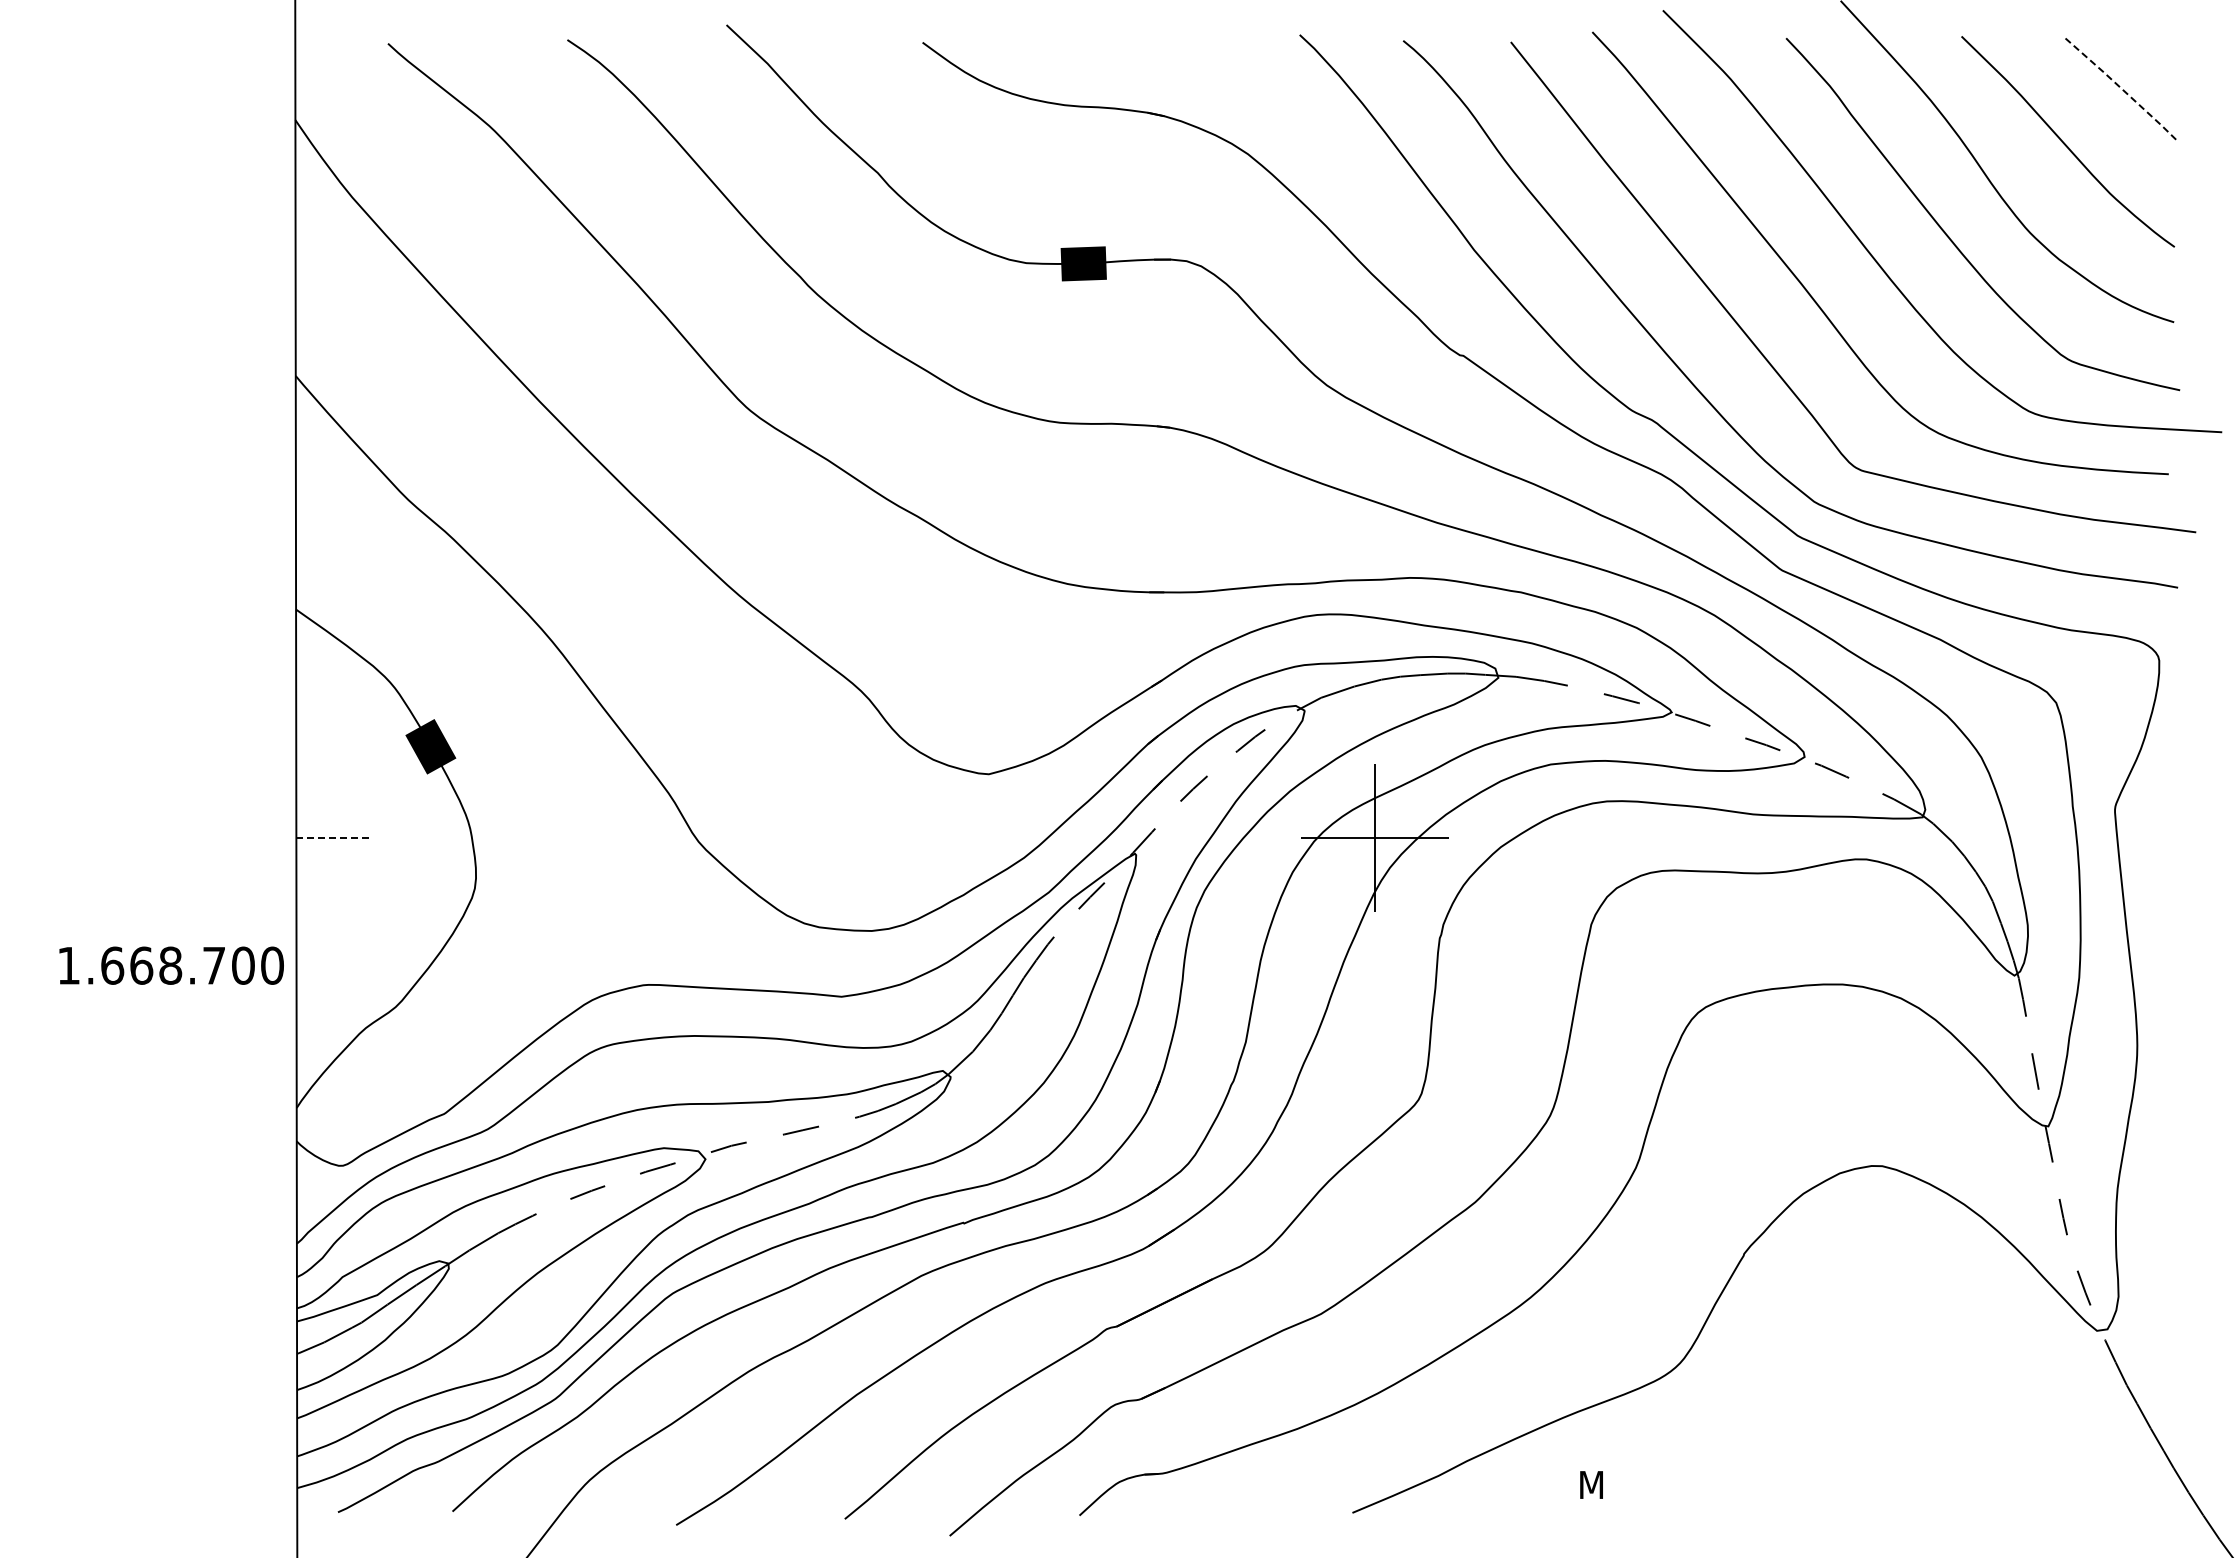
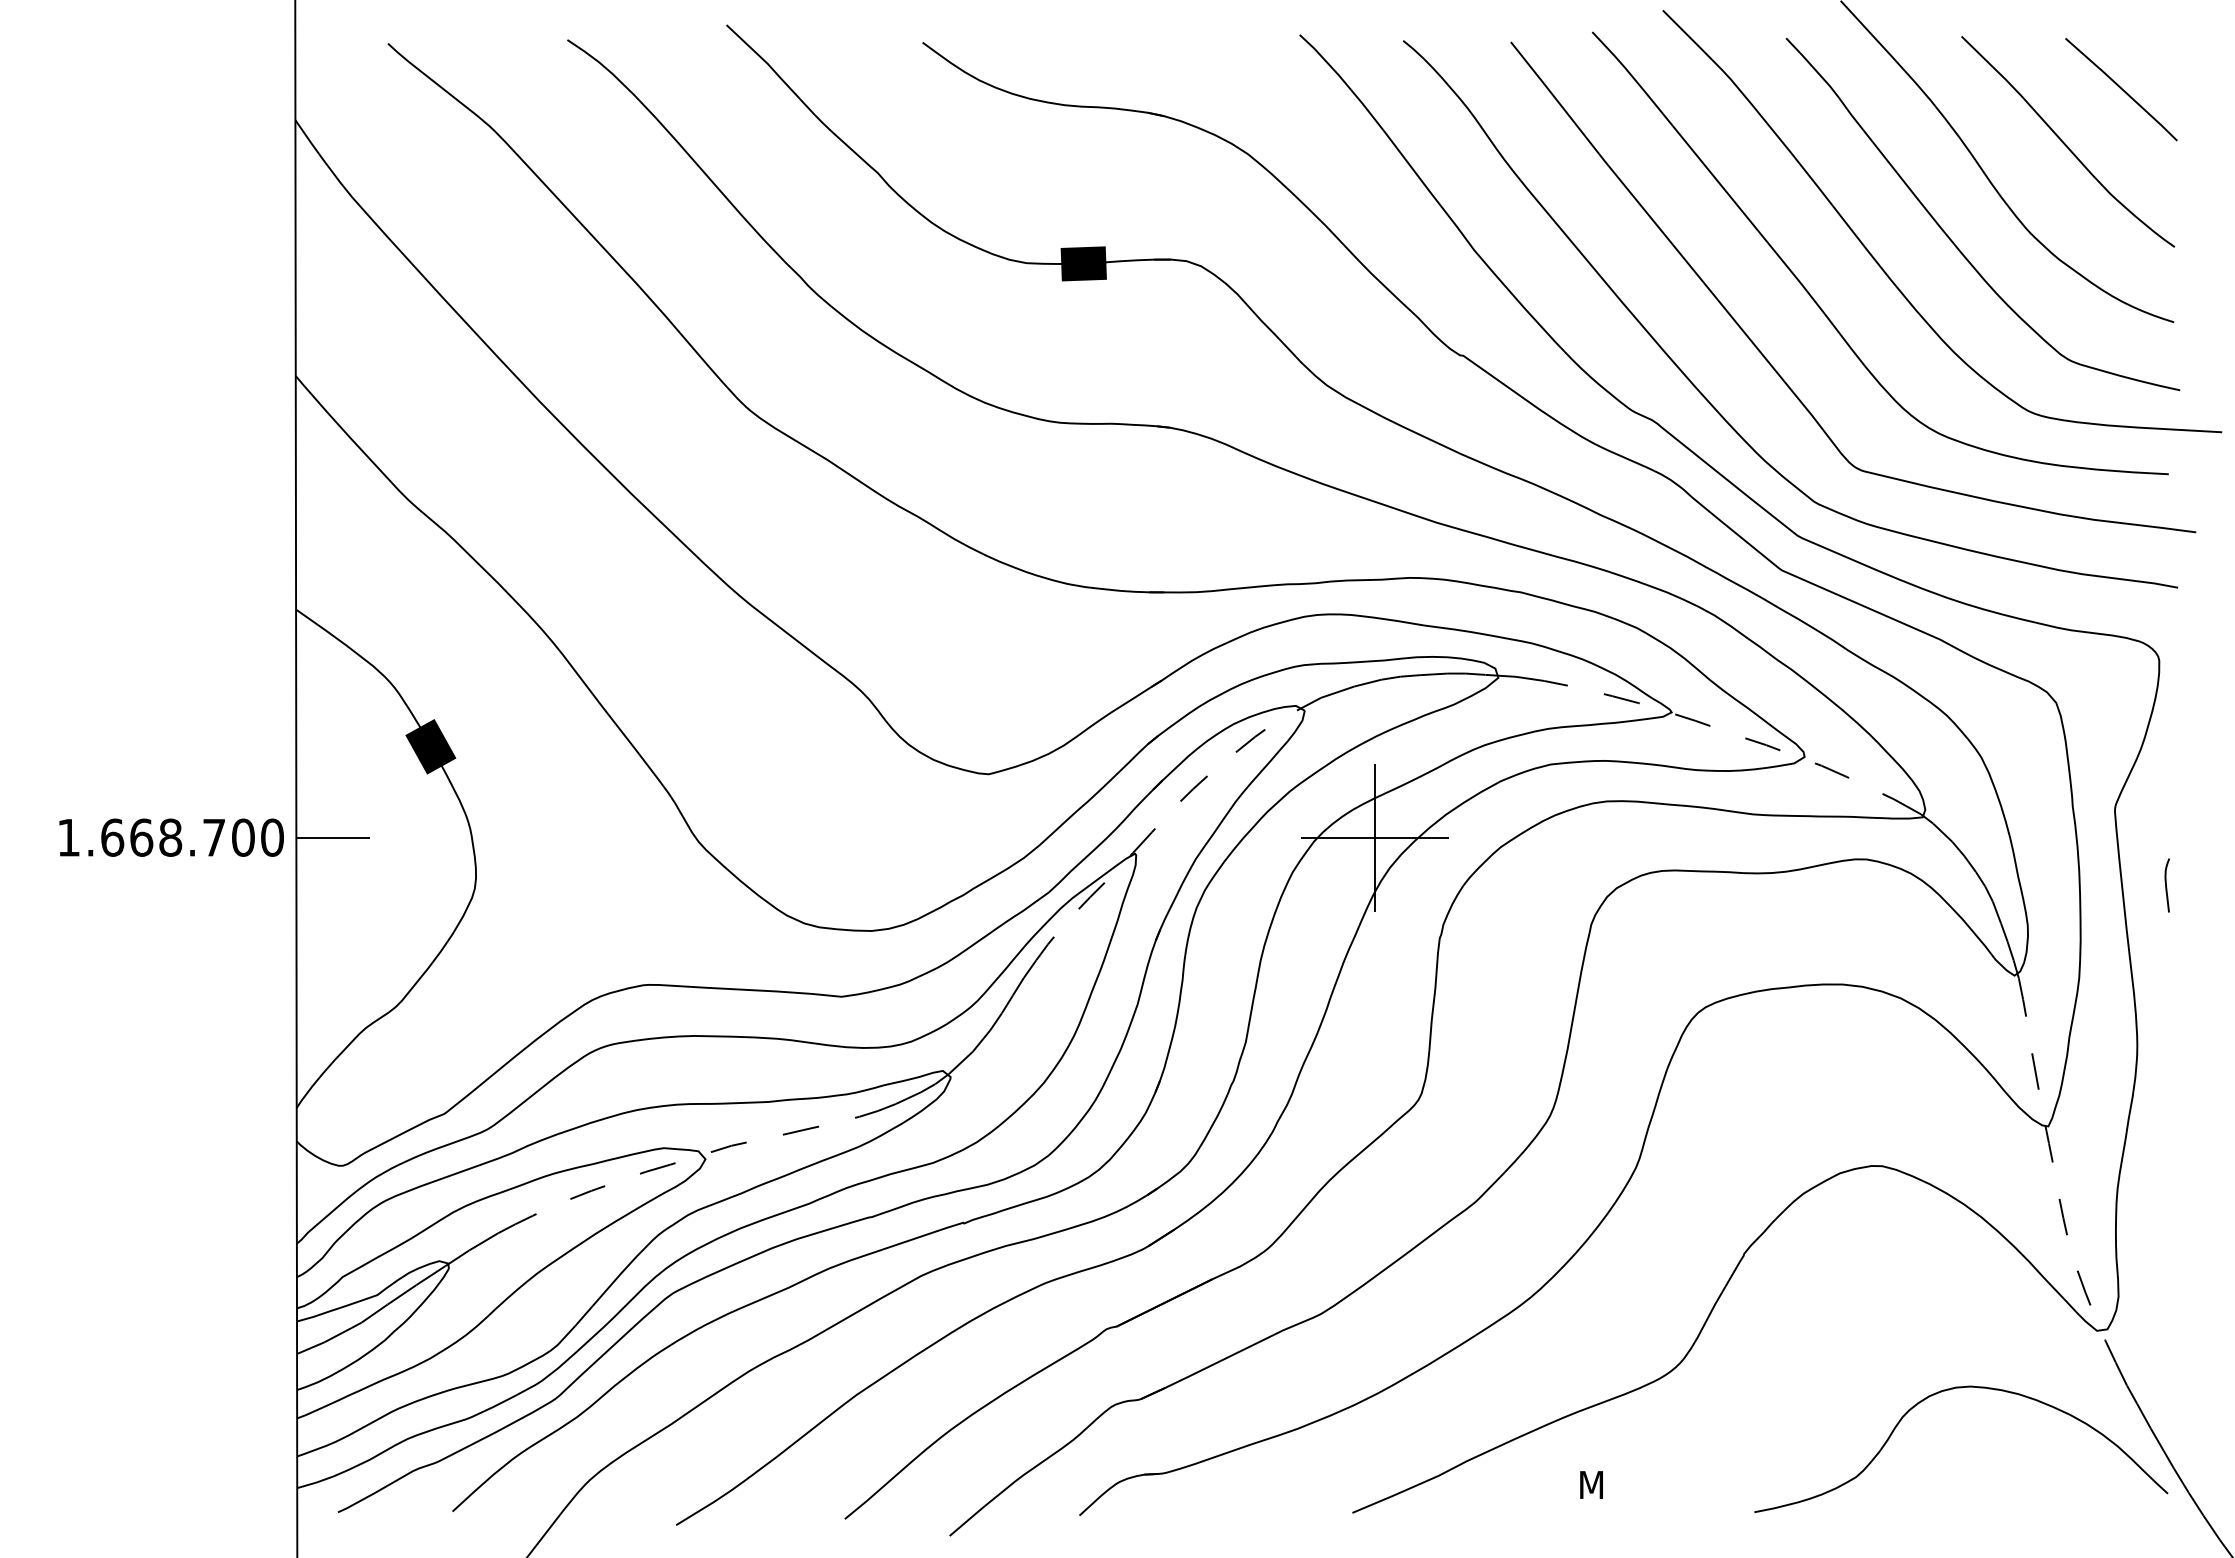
line at (2122, 89): dashed -> solid
line at (333, 837): dashed -> solid
curve at (2166, 885): none -> present
text at (171, 965) position: (171, 965) -> (171, 837)
curve at (1945, 1391): none -> present
